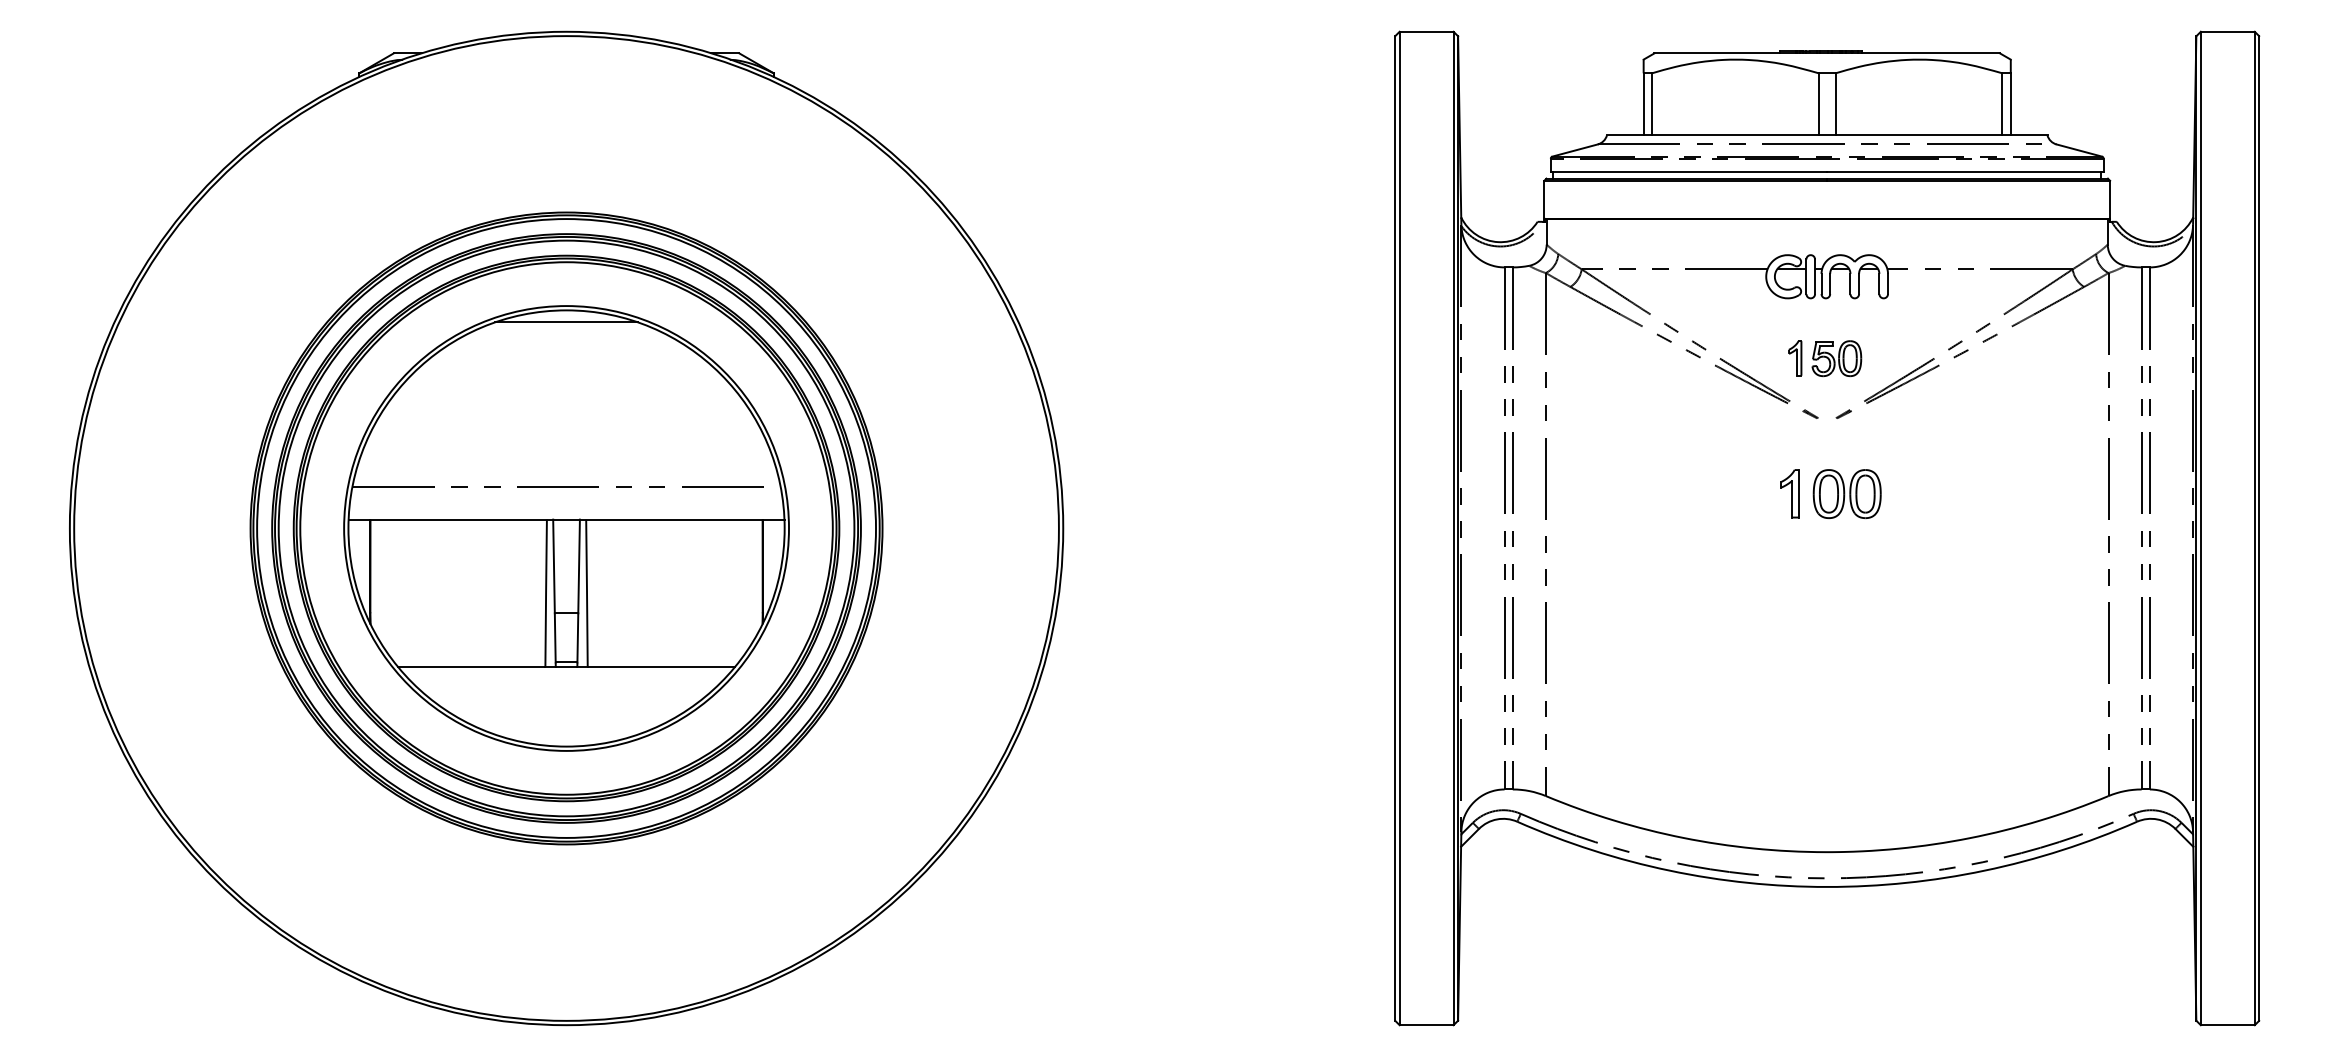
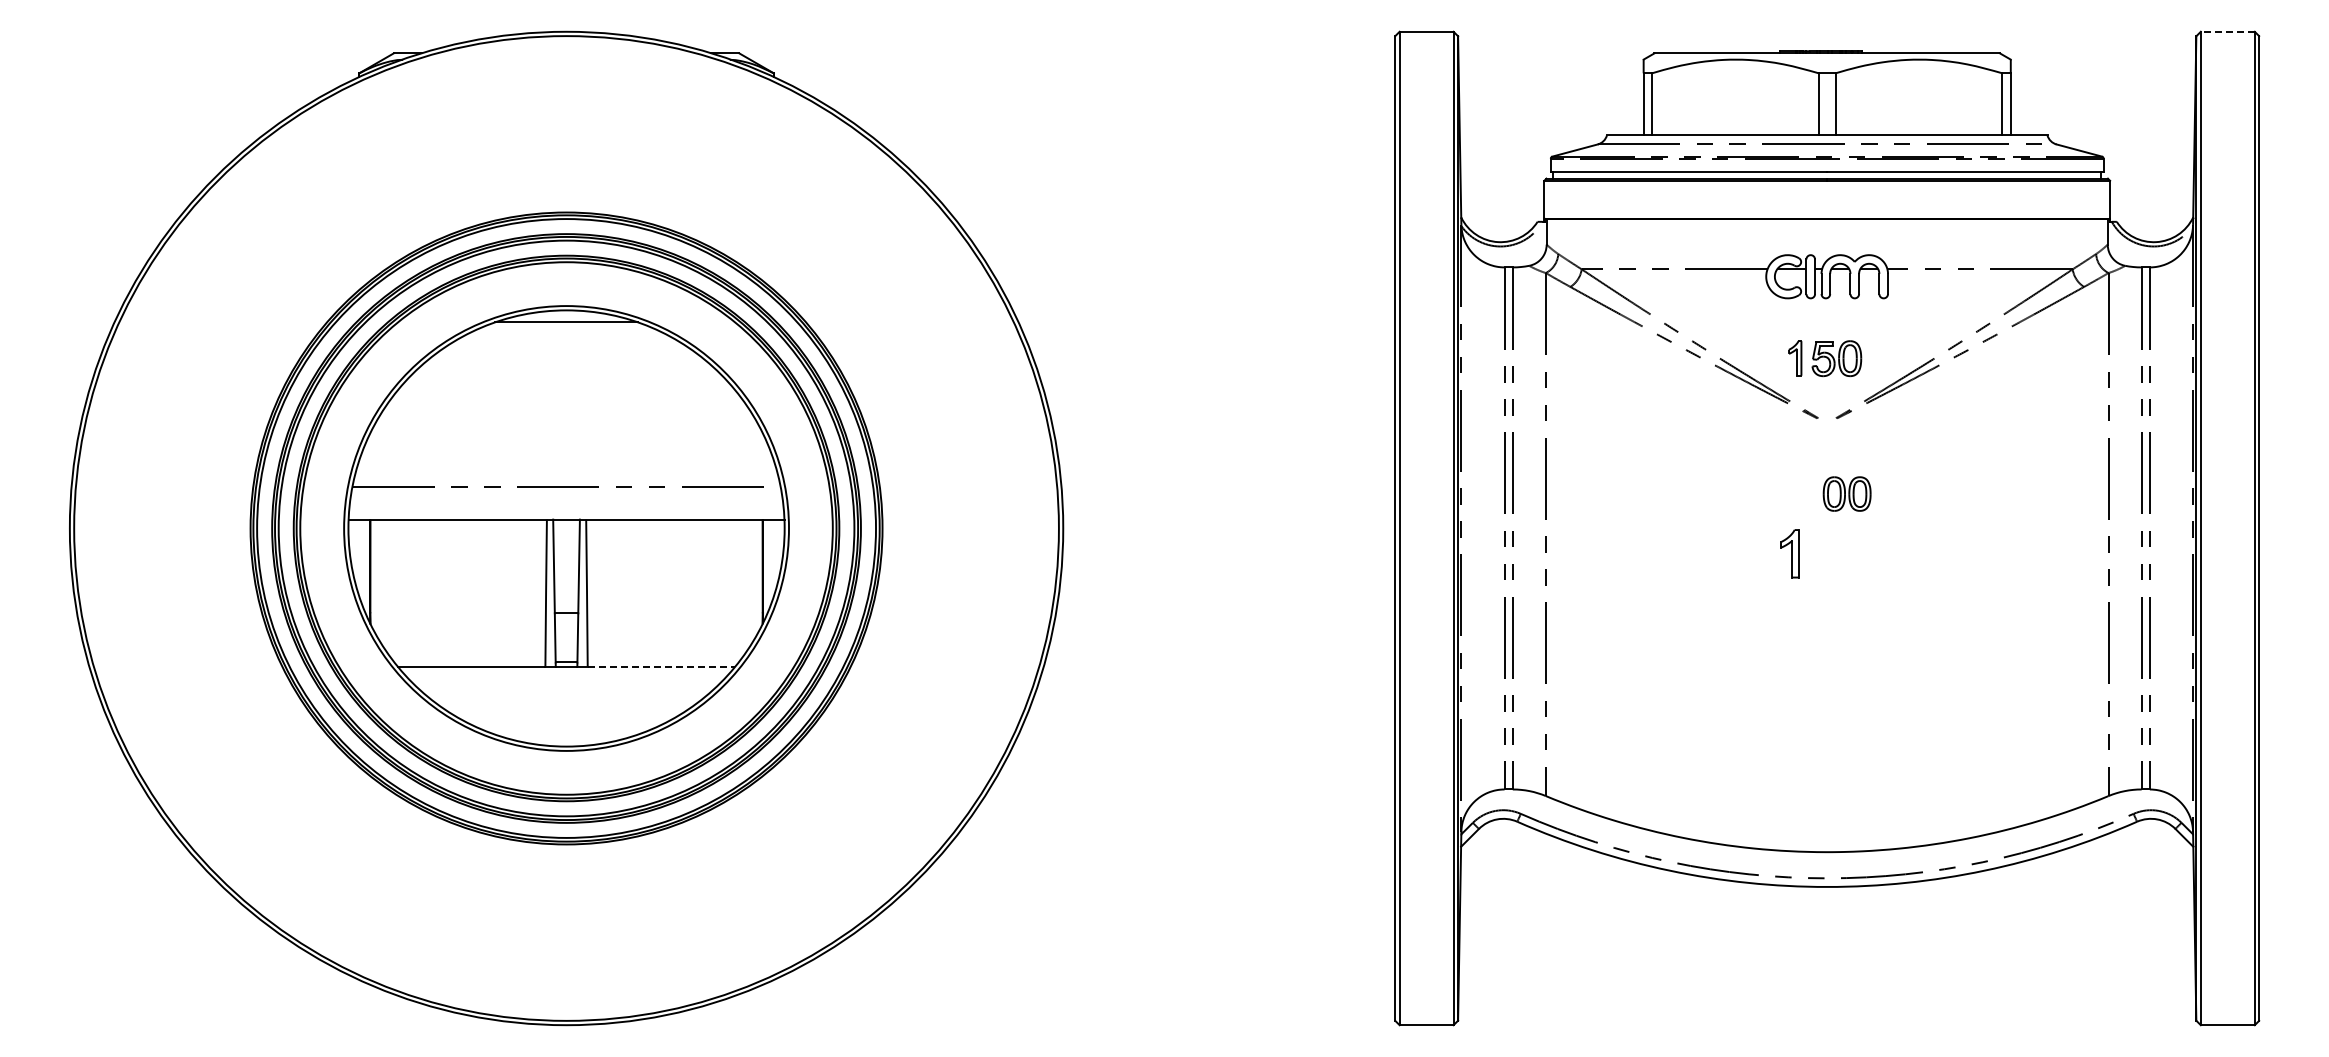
line at (2227, 31): solid -> dashed
part at (1789, 493) position: (1789, 493) -> (1789, 553)
part at (1846, 493) size: 70x50 px -> 50x36 px
line at (661, 666): solid -> dashed
